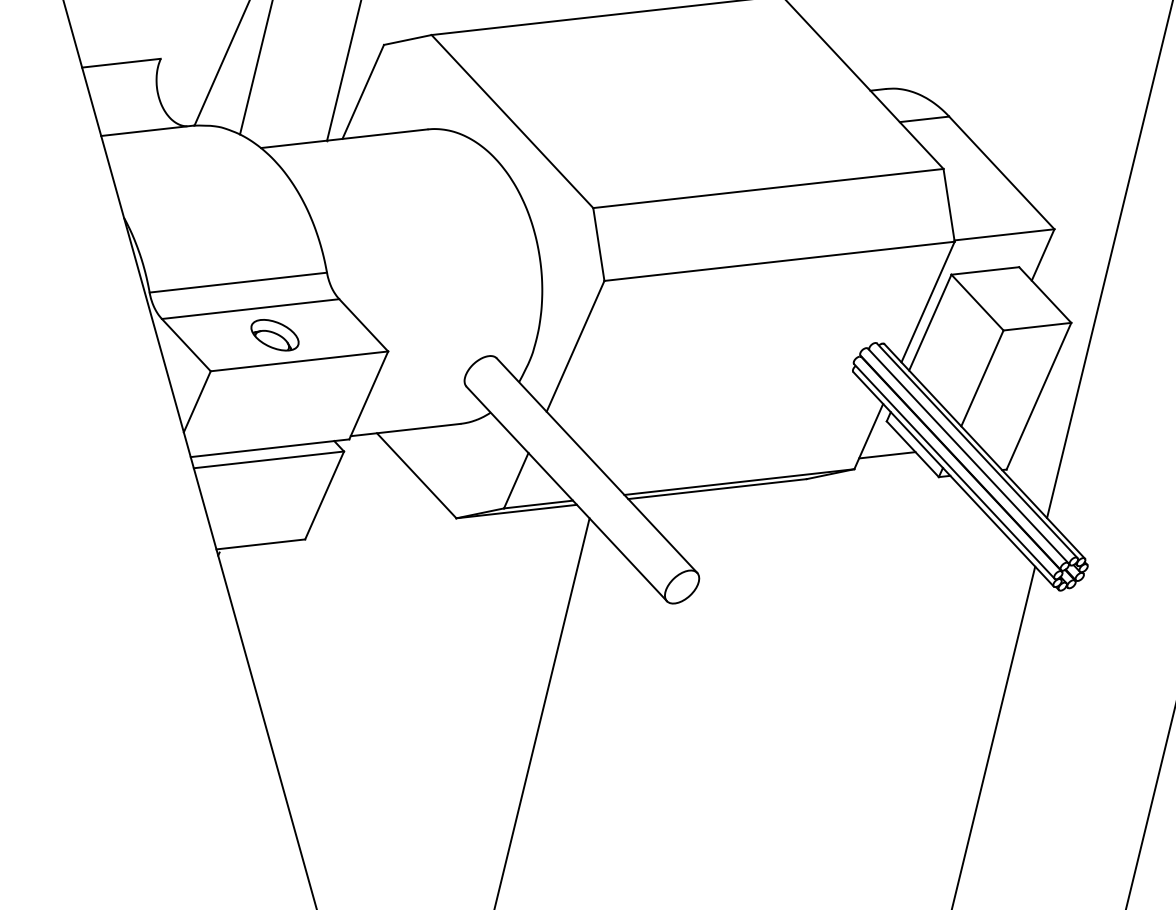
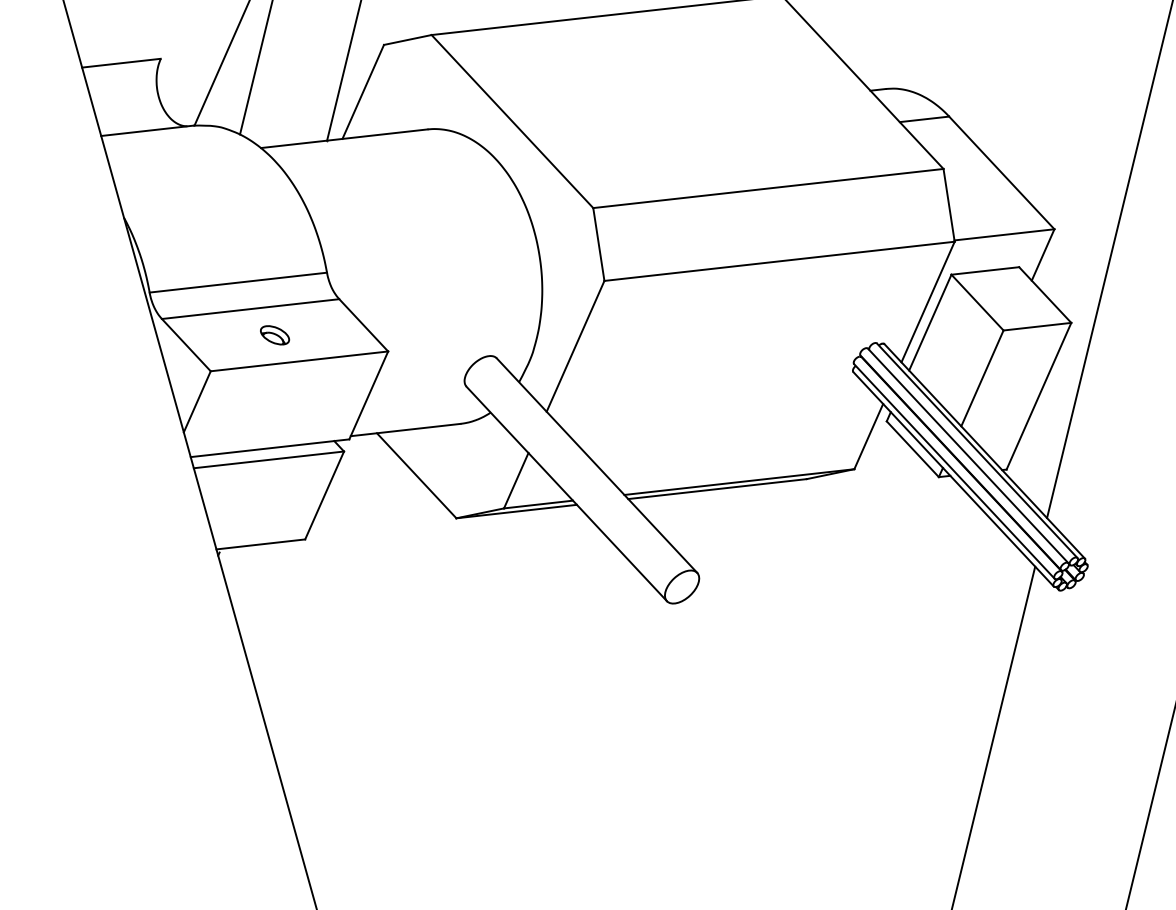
part at (274, 335) size: 50x33 px -> 31x21 px
line at (887, 455): present -> none
line at (542, 712): present -> none
